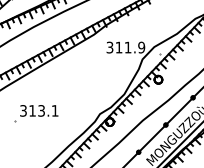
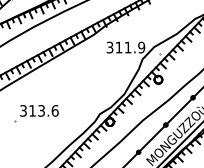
text at (54, 110): 313.1 -> 313.6
